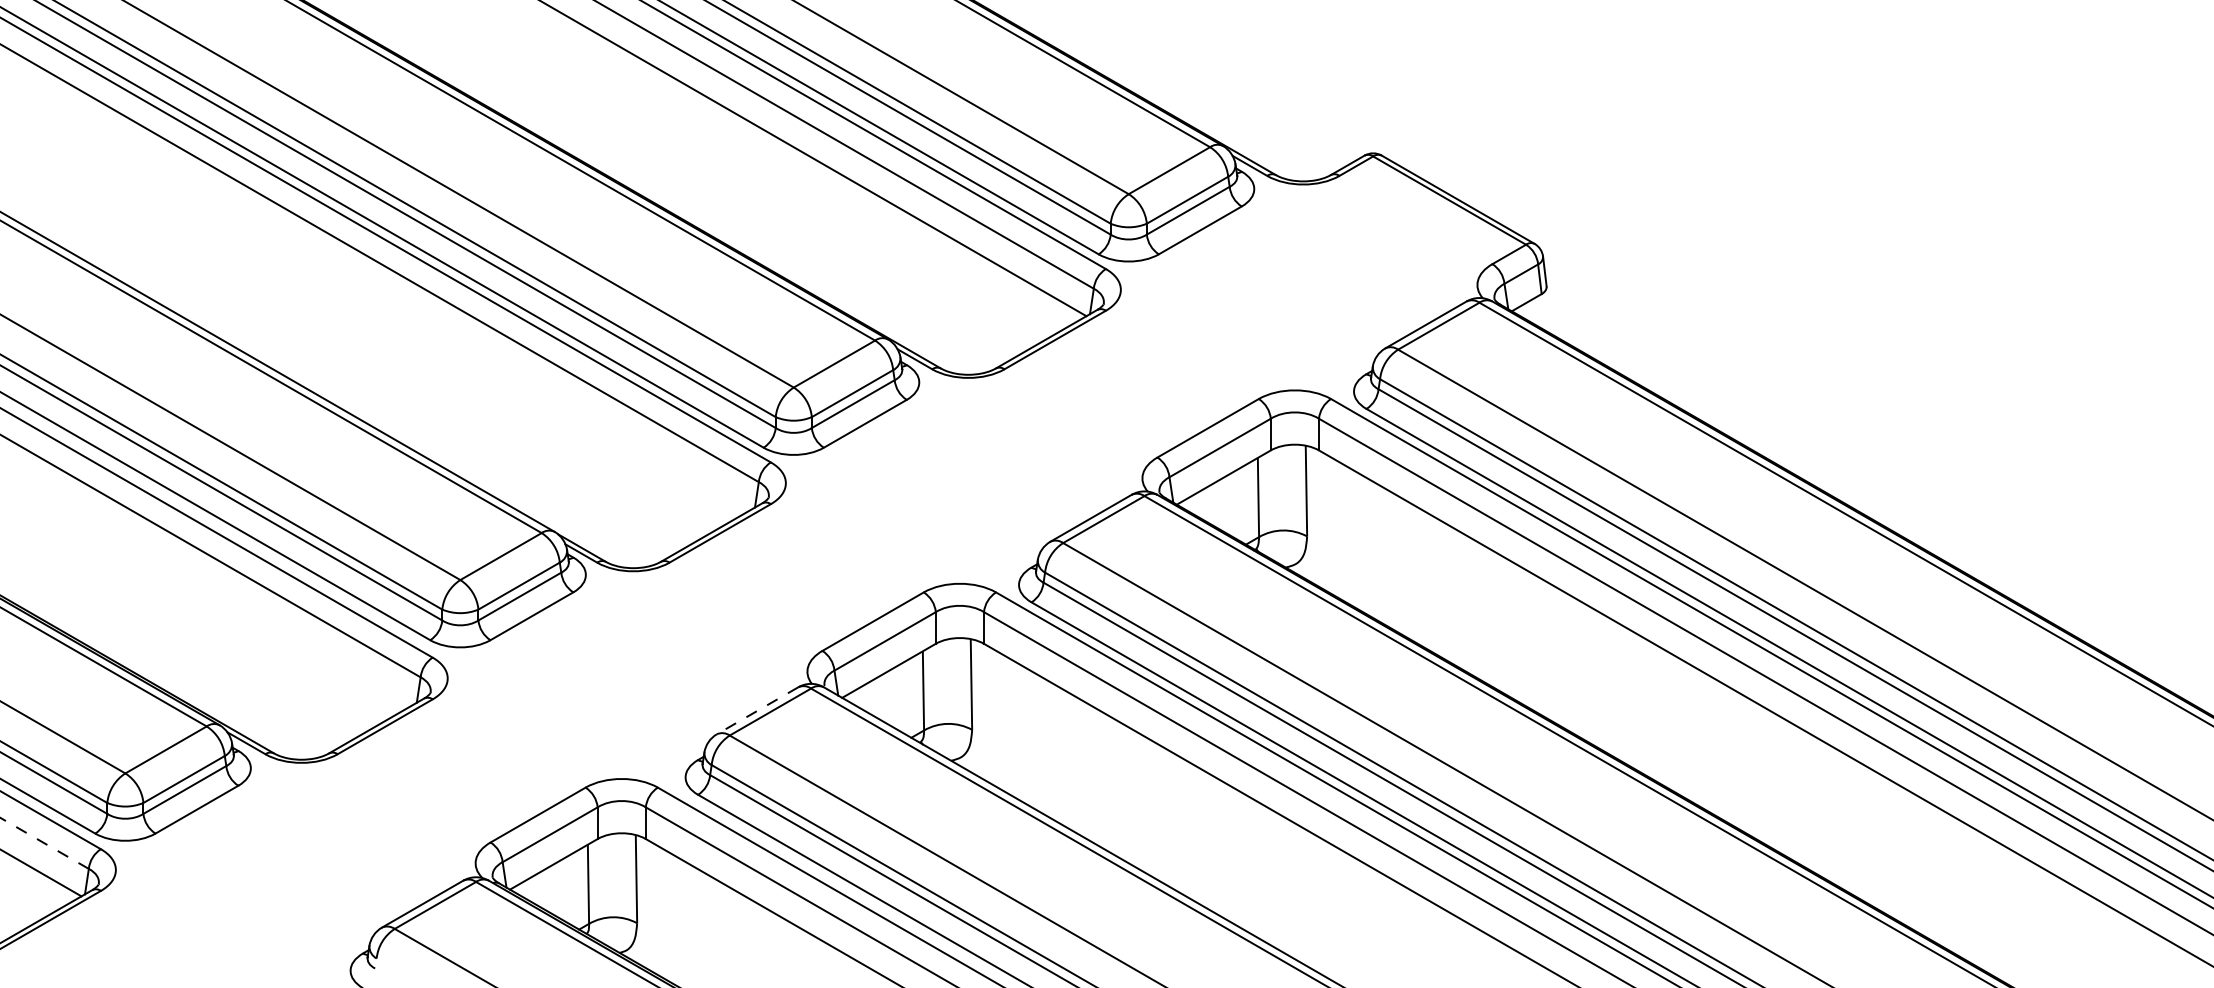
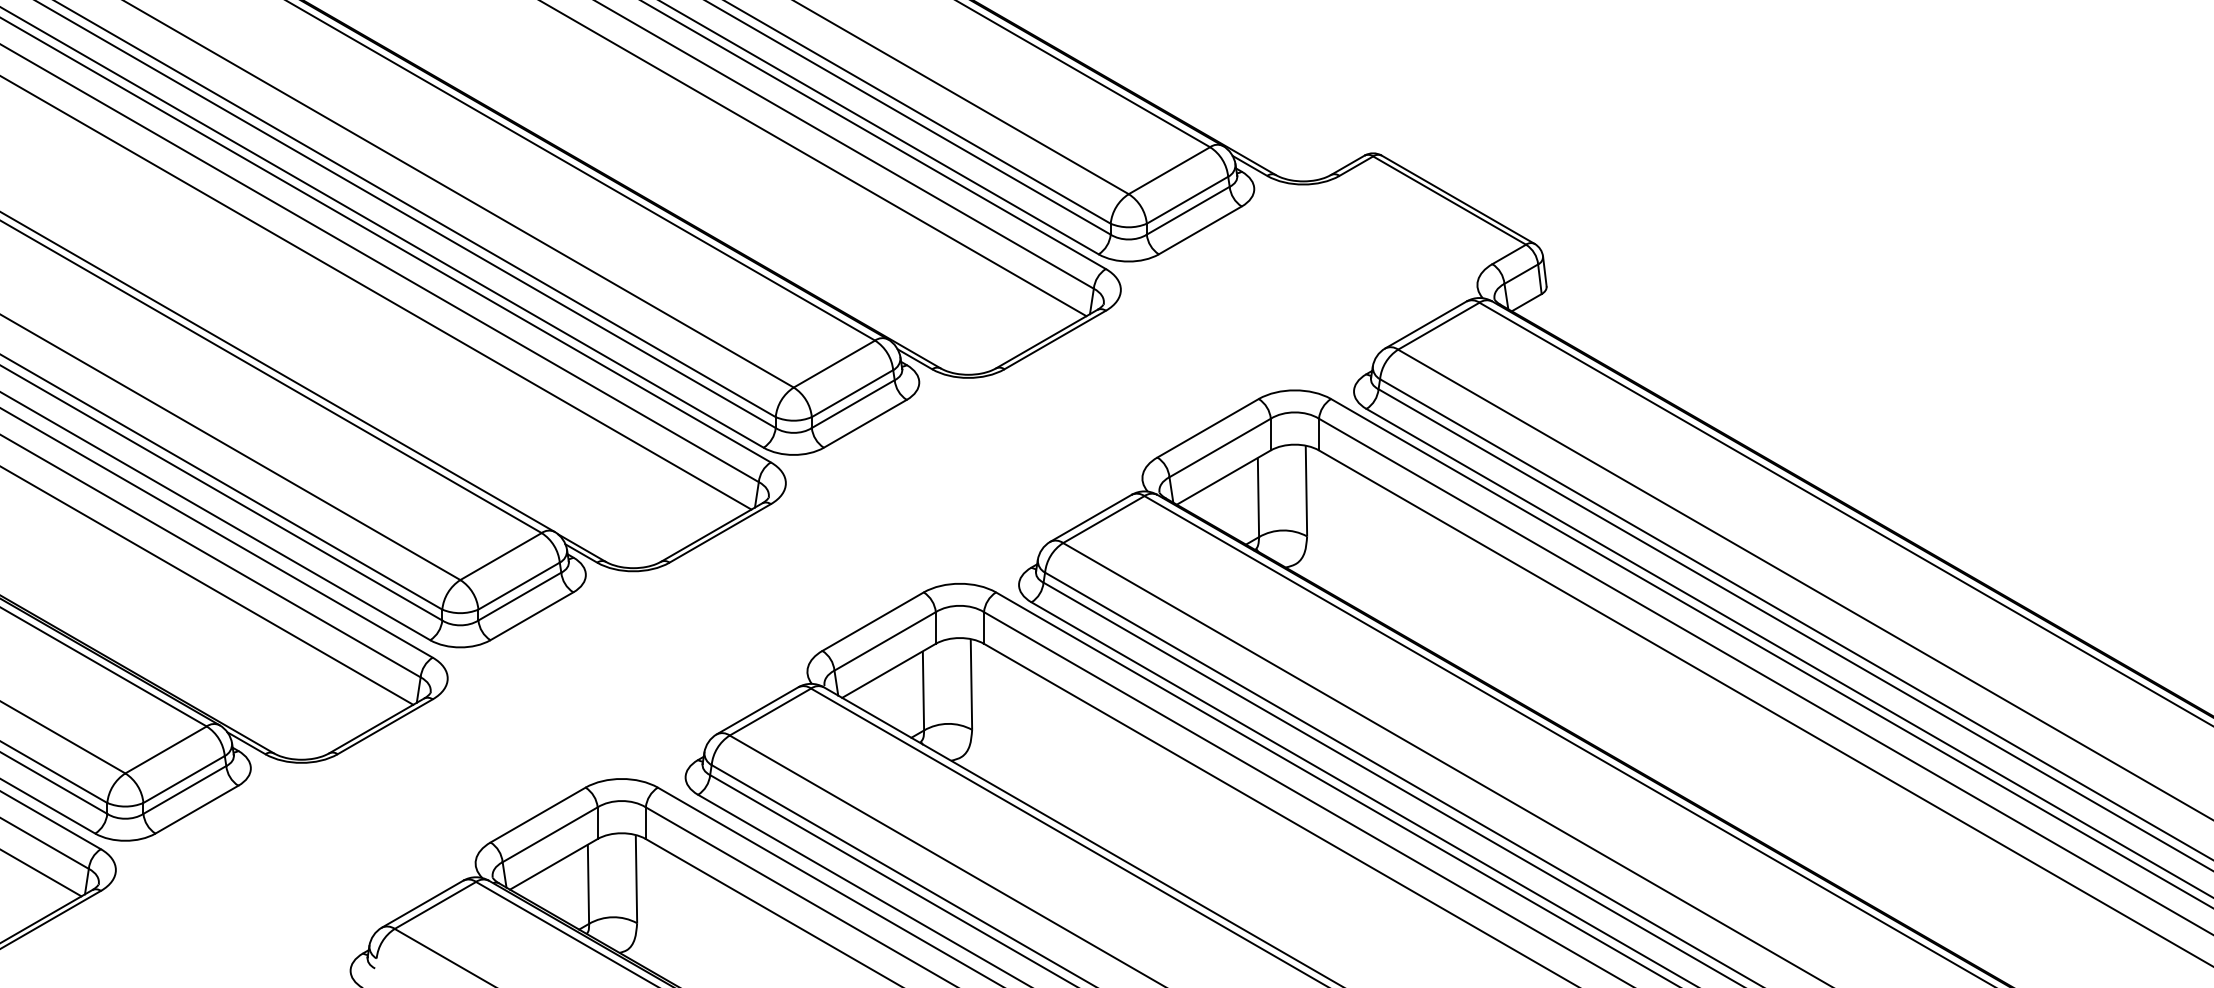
line at (376, 293): none -> present
line at (207, 585): none -> present
line at (757, 710): dashed -> solid
line at (44, 843): dashed -> solid
